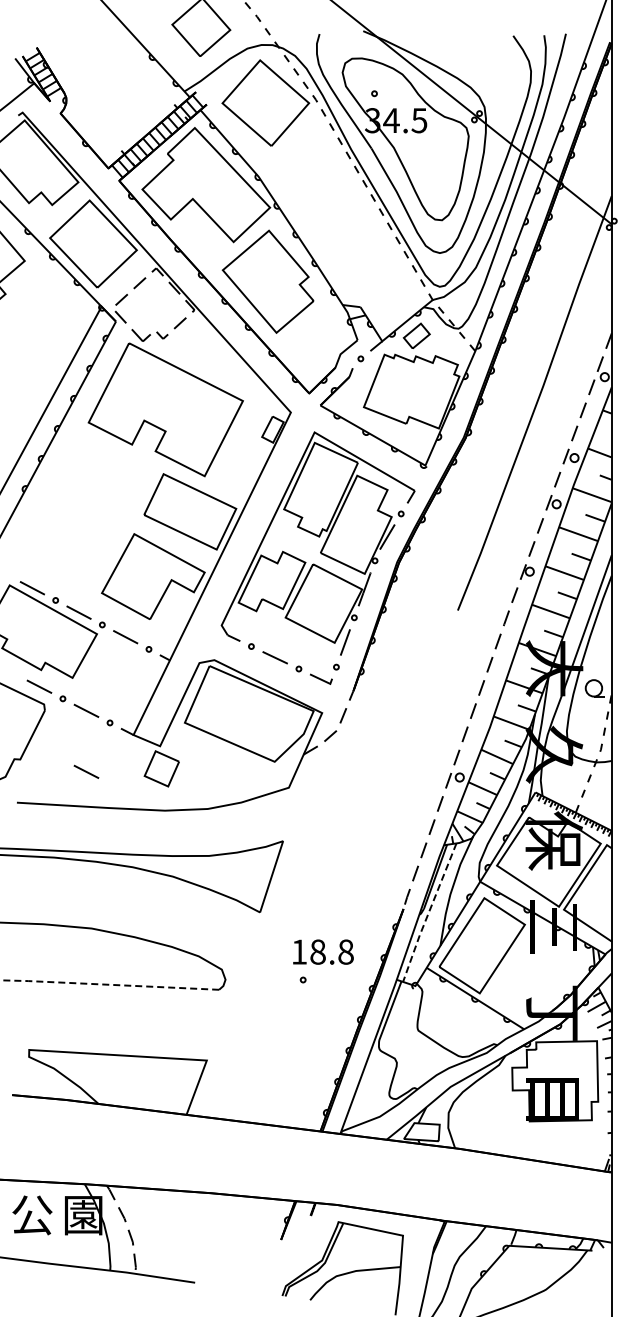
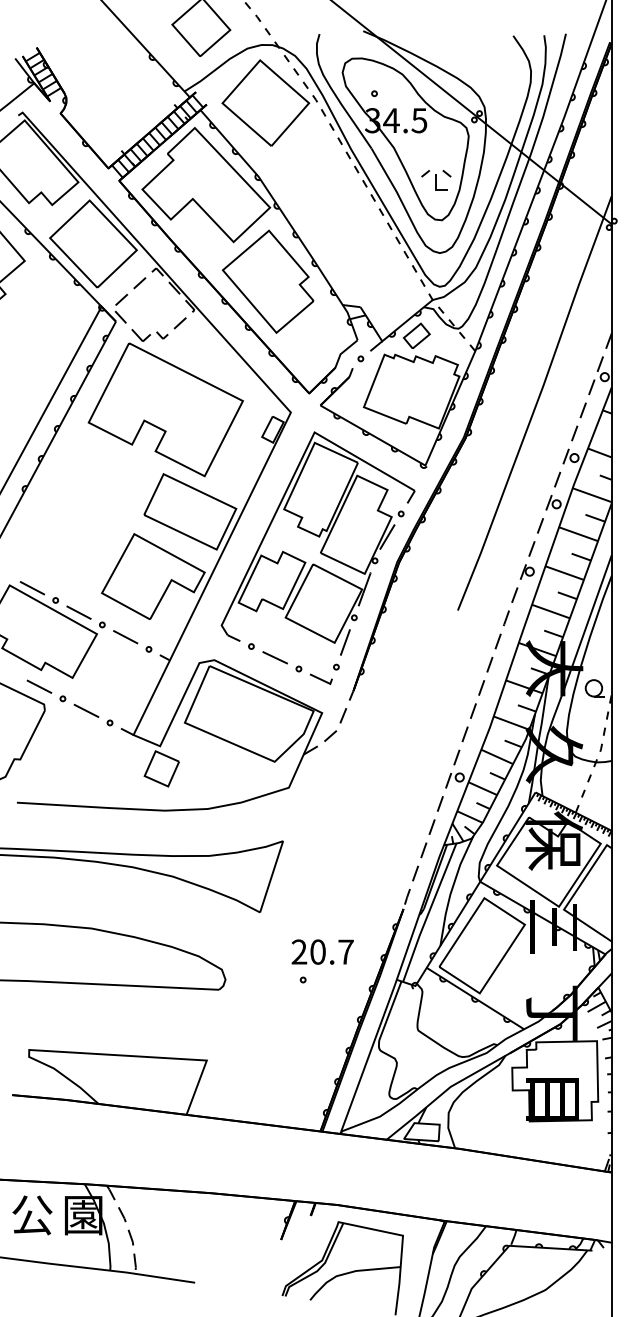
part at (436, 180): none -> present
line at (86, 771): present -> none
line at (428, 912): dashed -> solid
text at (322, 951): 18.8 -> 20.7
line at (108, 984): dashed -> solid
